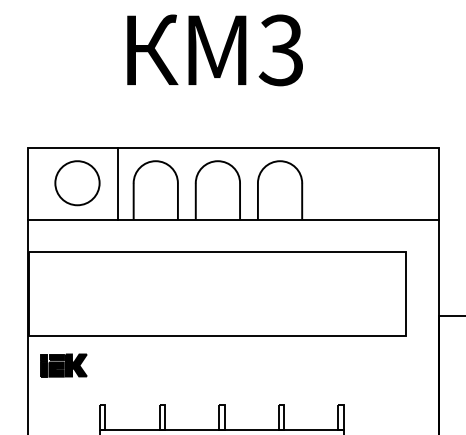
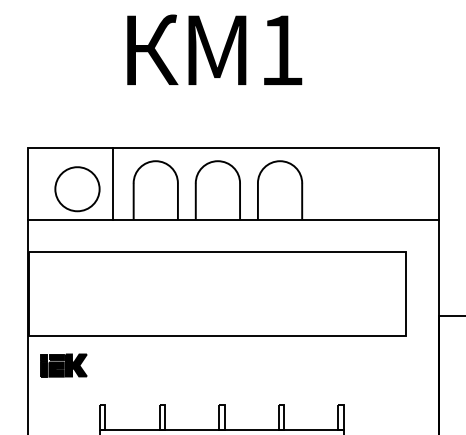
text at (280, 50): 3 -> 1
part at (77, 183) position: (77, 183) -> (77, 189)
line at (118, 183) position: (118, 183) -> (113, 183)
